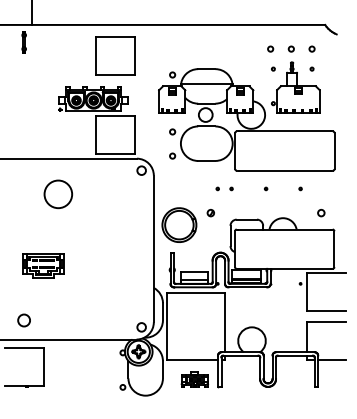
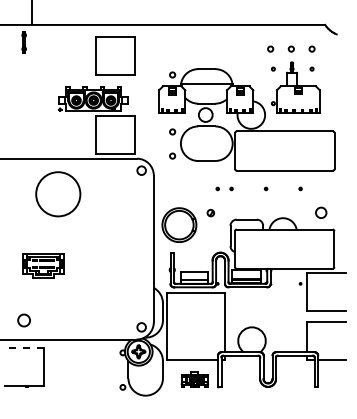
circle at (58, 194) size: 31x31 px -> 47x47 px
circle at (321, 213) size: 9x9 px -> 13x13 px
line at (24, 347): solid -> dashed
